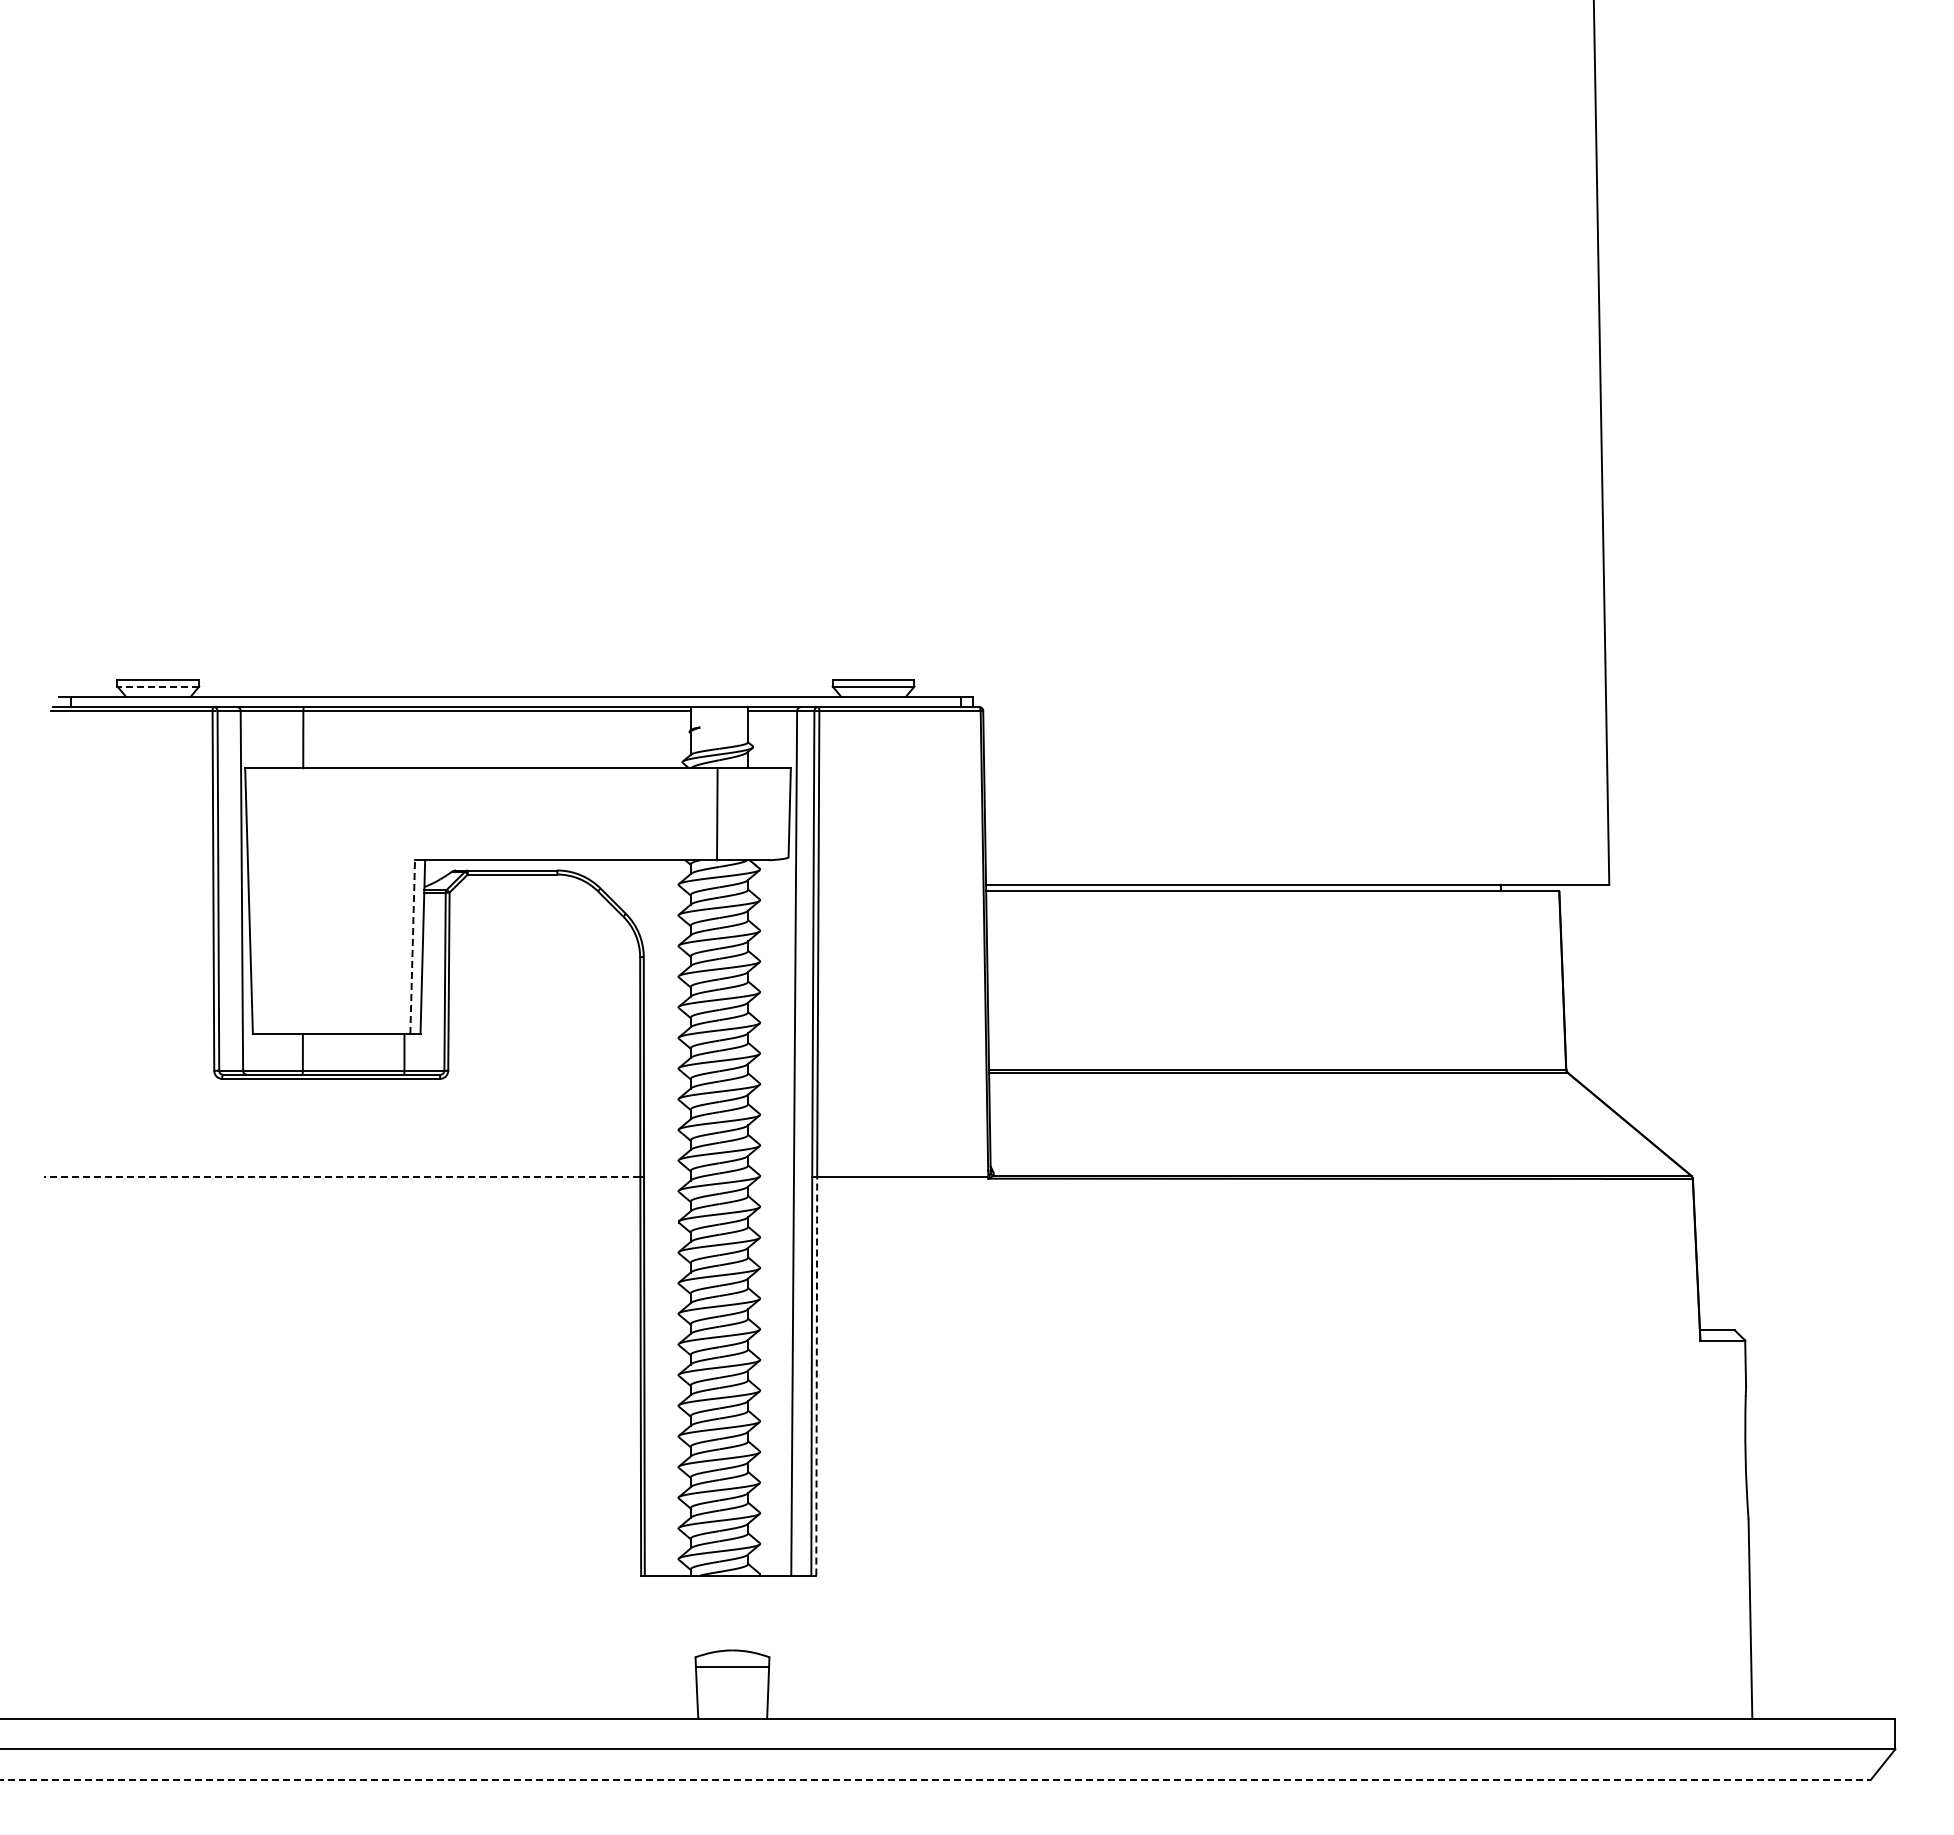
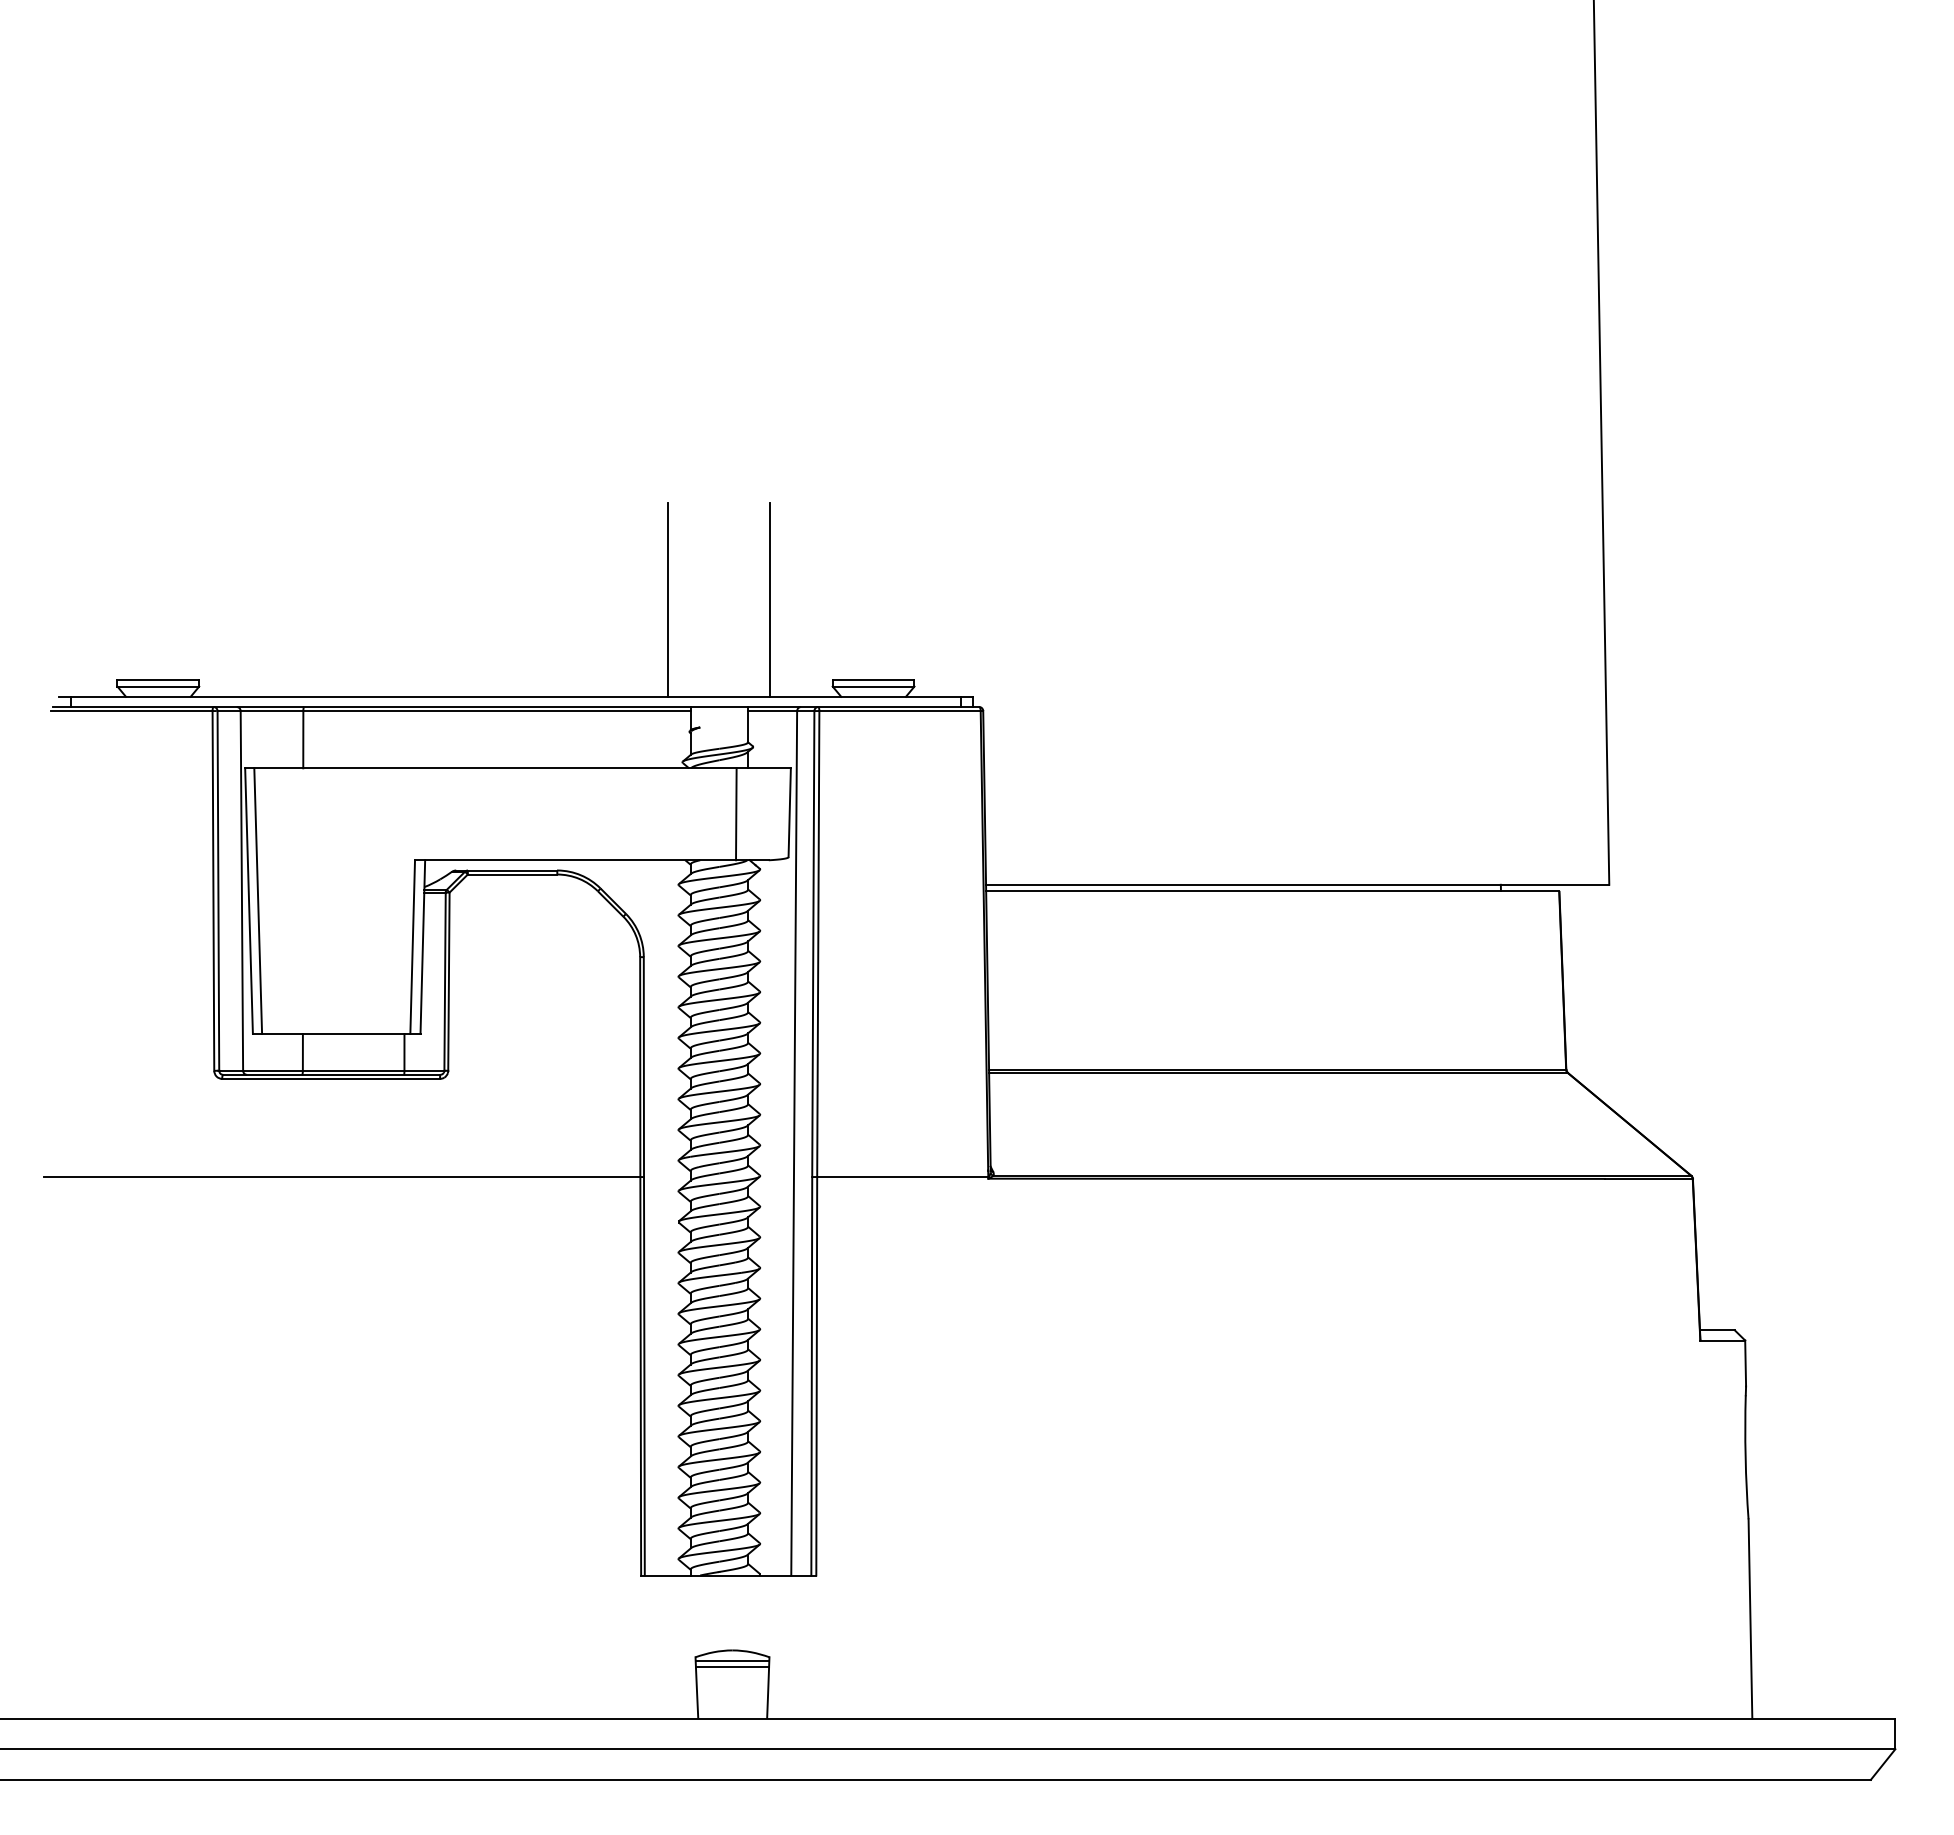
line at (668, 599): none -> present
line at (770, 599): none -> present
line at (158, 686): dashed -> solid
line at (717, 814) position: (717, 814) -> (736, 814)
line at (258, 900): none -> present
line at (412, 947): dashed -> solid
line at (341, 1177): dashed -> solid
line at (816, 1375): dashed -> solid
line at (732, 1661): none -> present
line at (935, 1779): dashed -> solid
